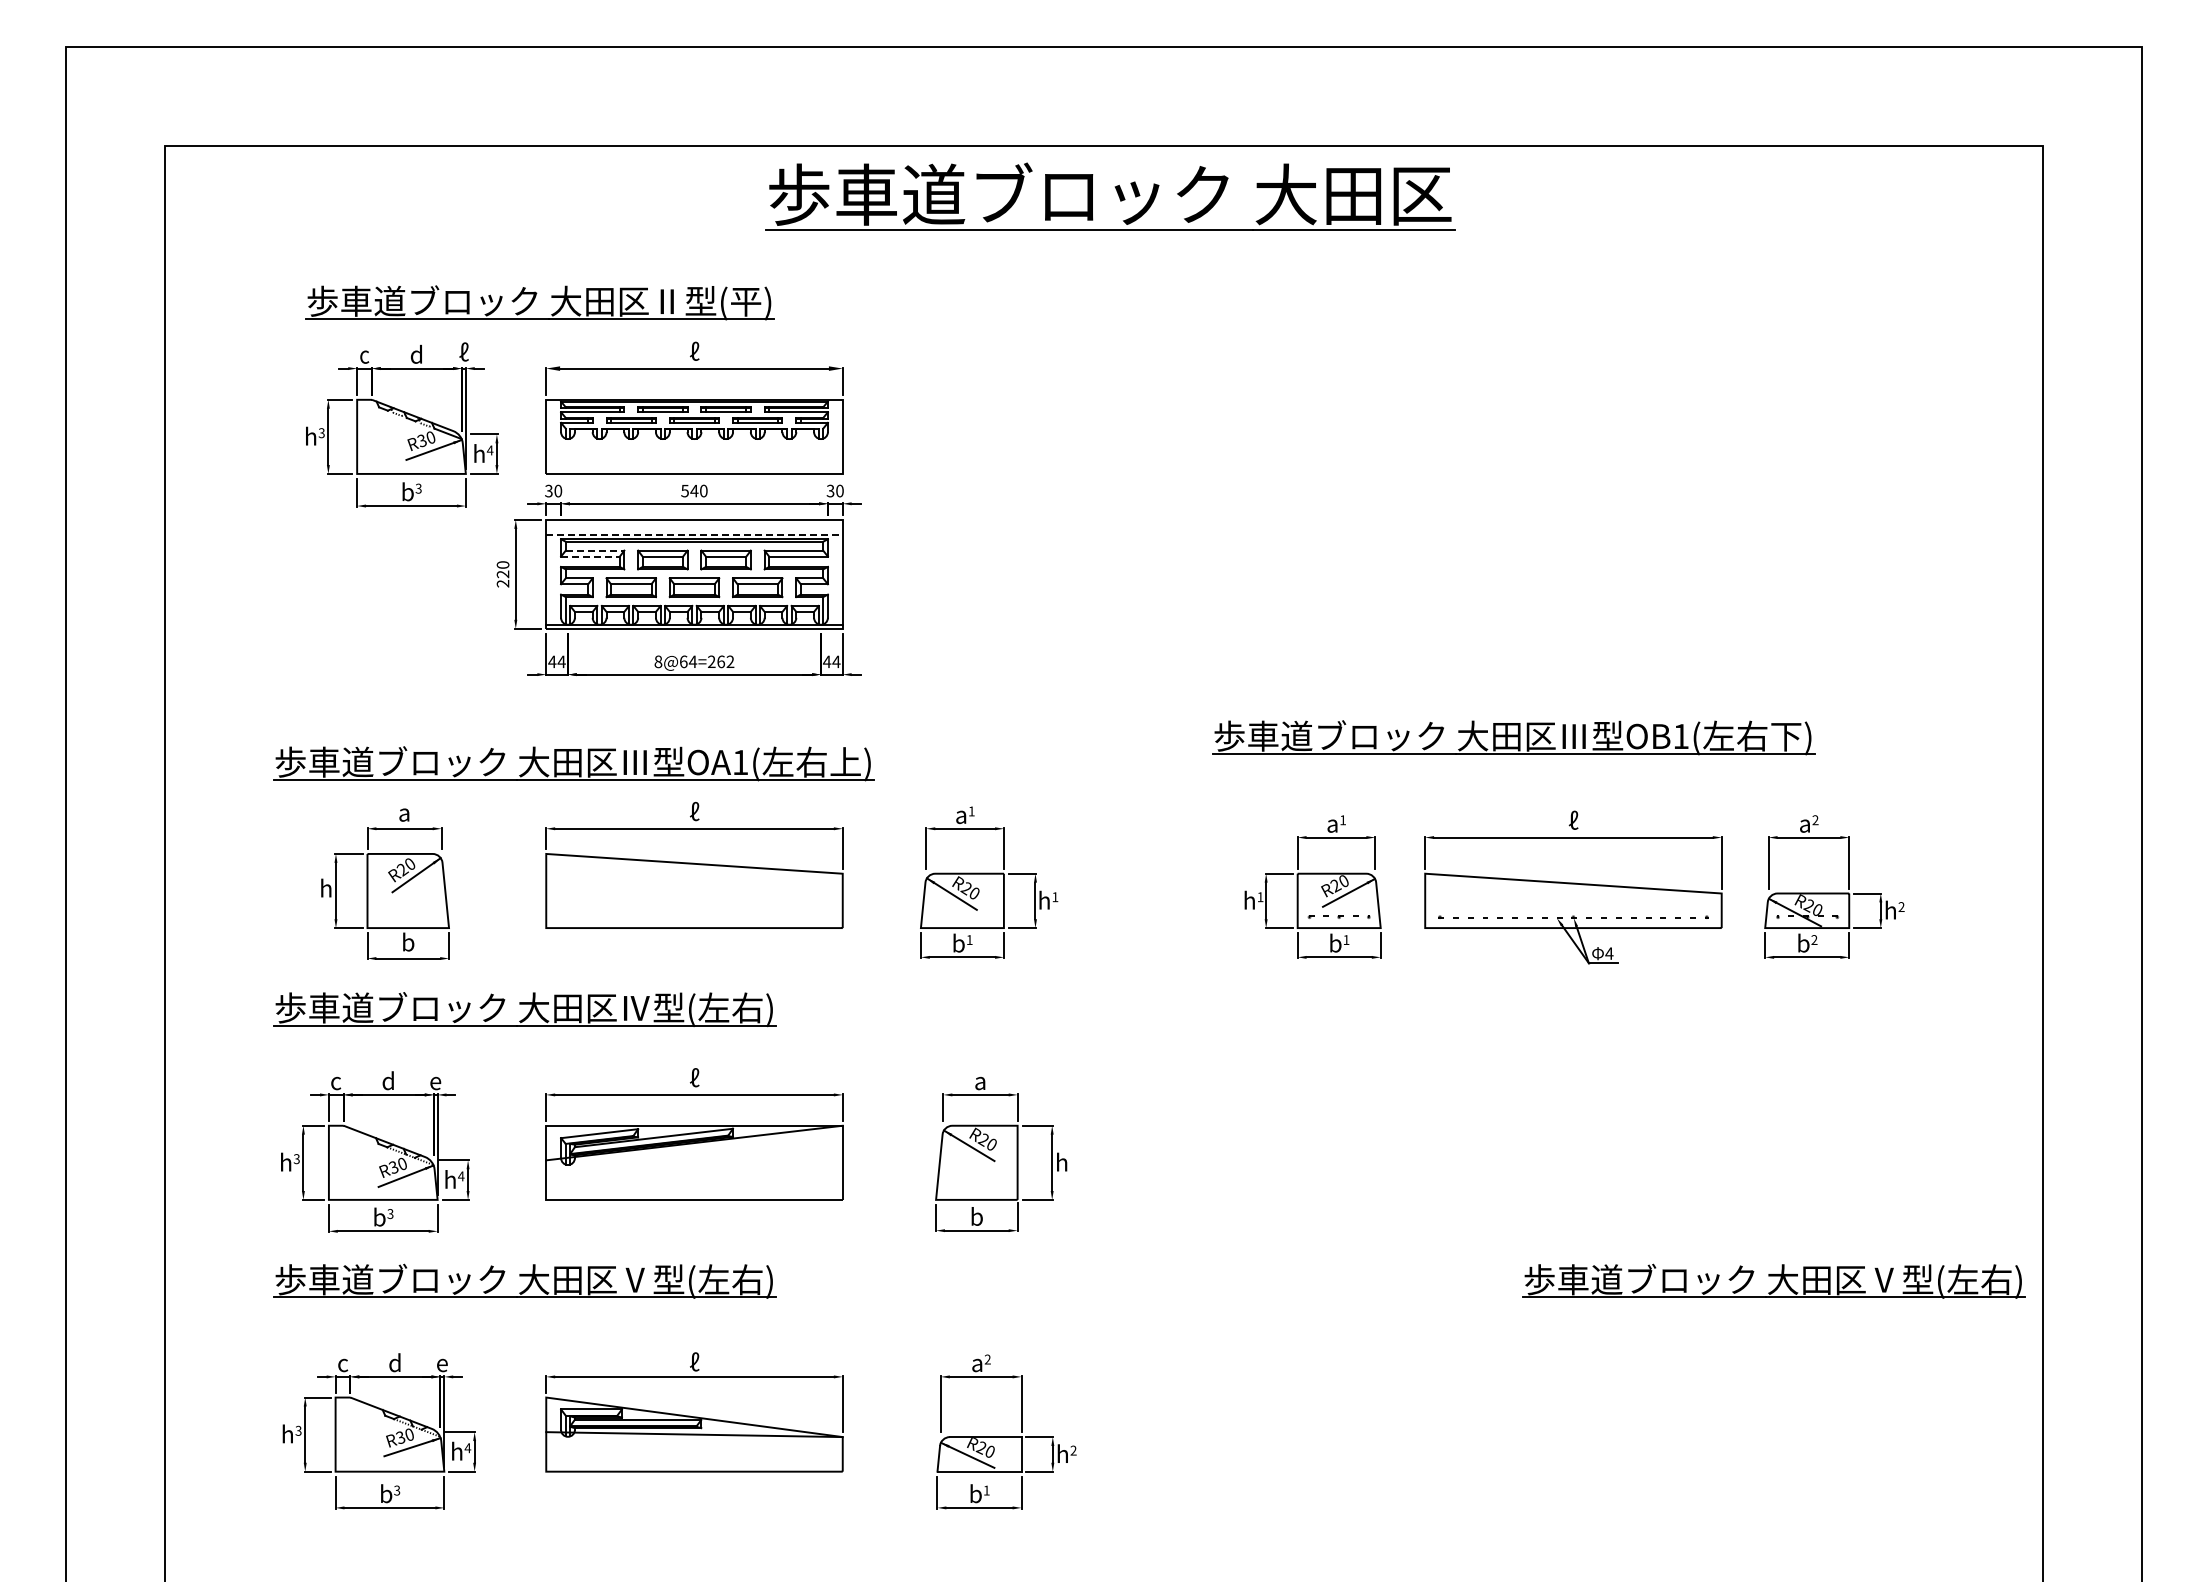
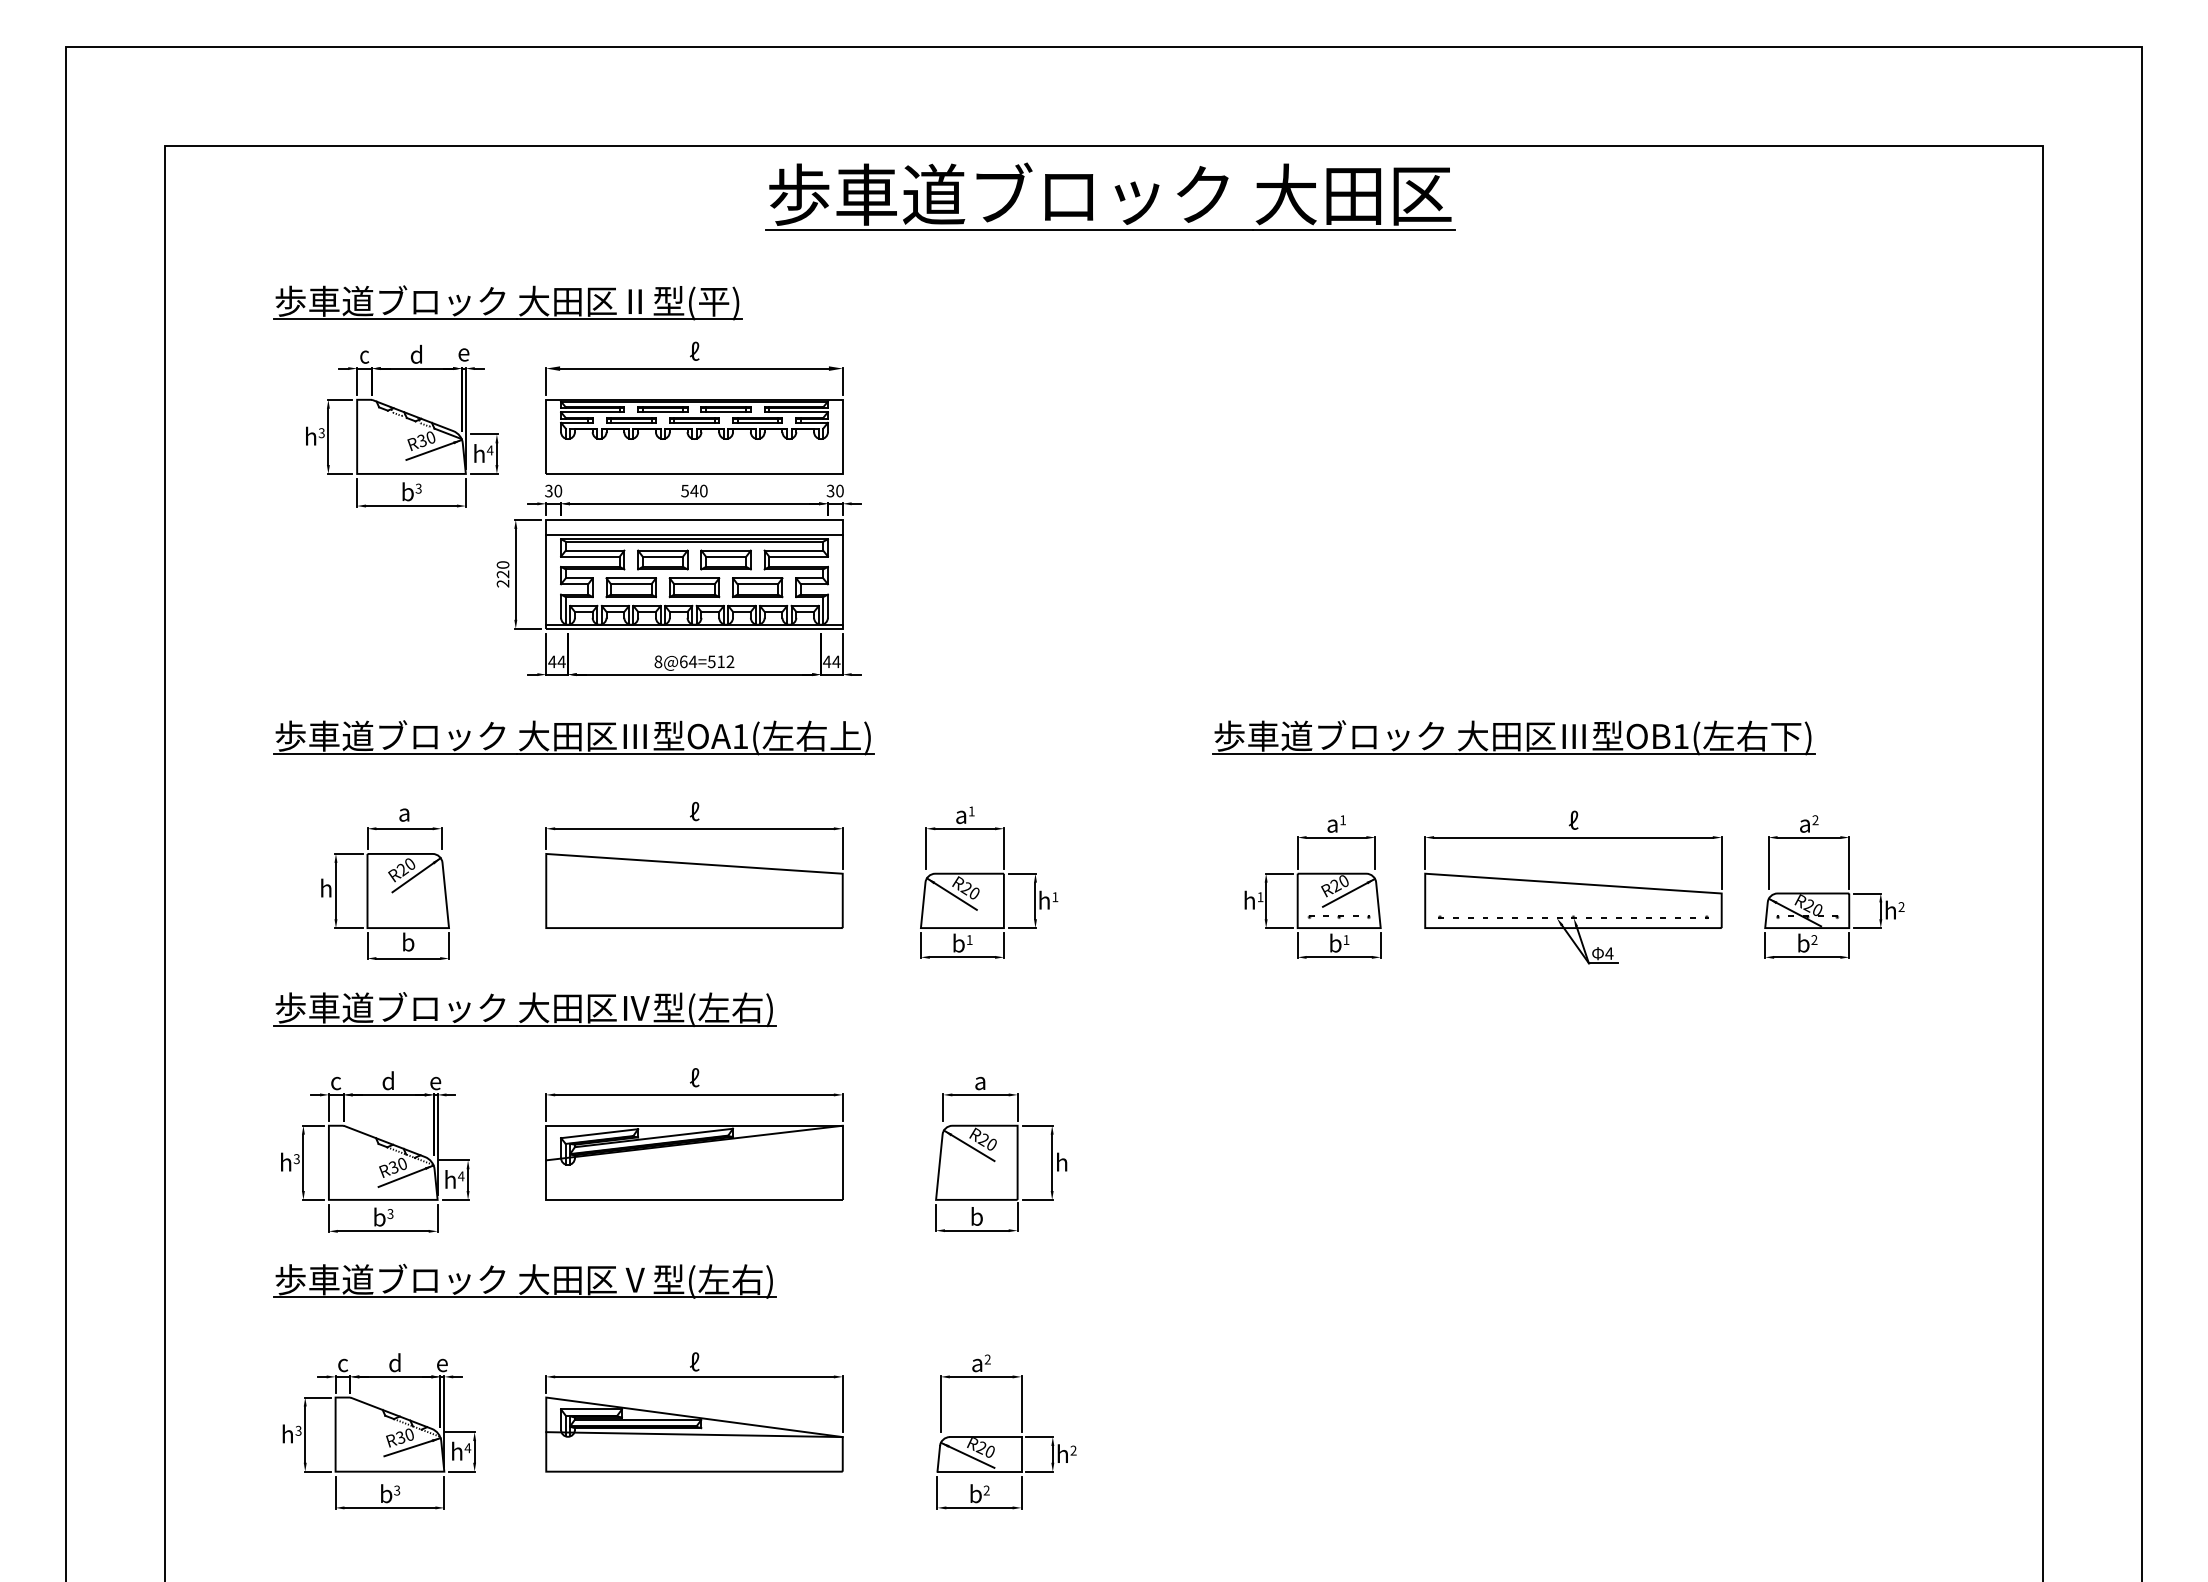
part at (539, 302) position: (539, 302) -> (507, 302)
text at (463, 351): ℓ -> e
line at (695, 534): dashed -> solid
line at (595, 550): dashed -> solid
line at (590, 556): dashed -> solid
text at (716, 661): 8@64=262 -> 8@64=512
part at (573, 763) position: (573, 763) -> (573, 737)
part at (1773, 1280): present -> none
text at (986, 1490): 1 -> 2
